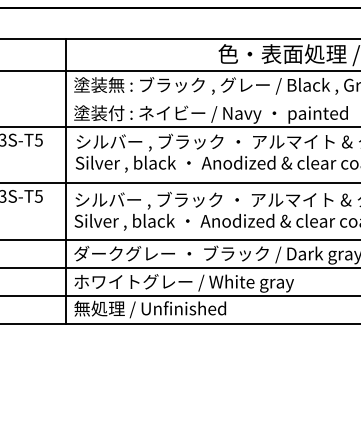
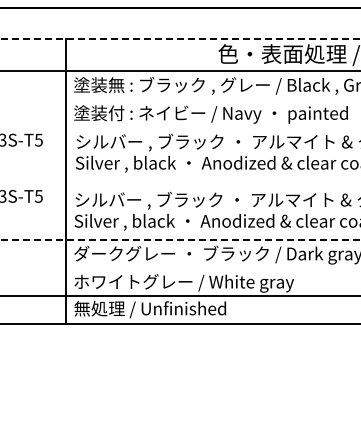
line at (180, 38): solid -> dashed
line at (179, 127): present -> none
line at (179, 183): present -> none
line at (180, 239): solid -> dashed
line at (179, 267): present -> none
